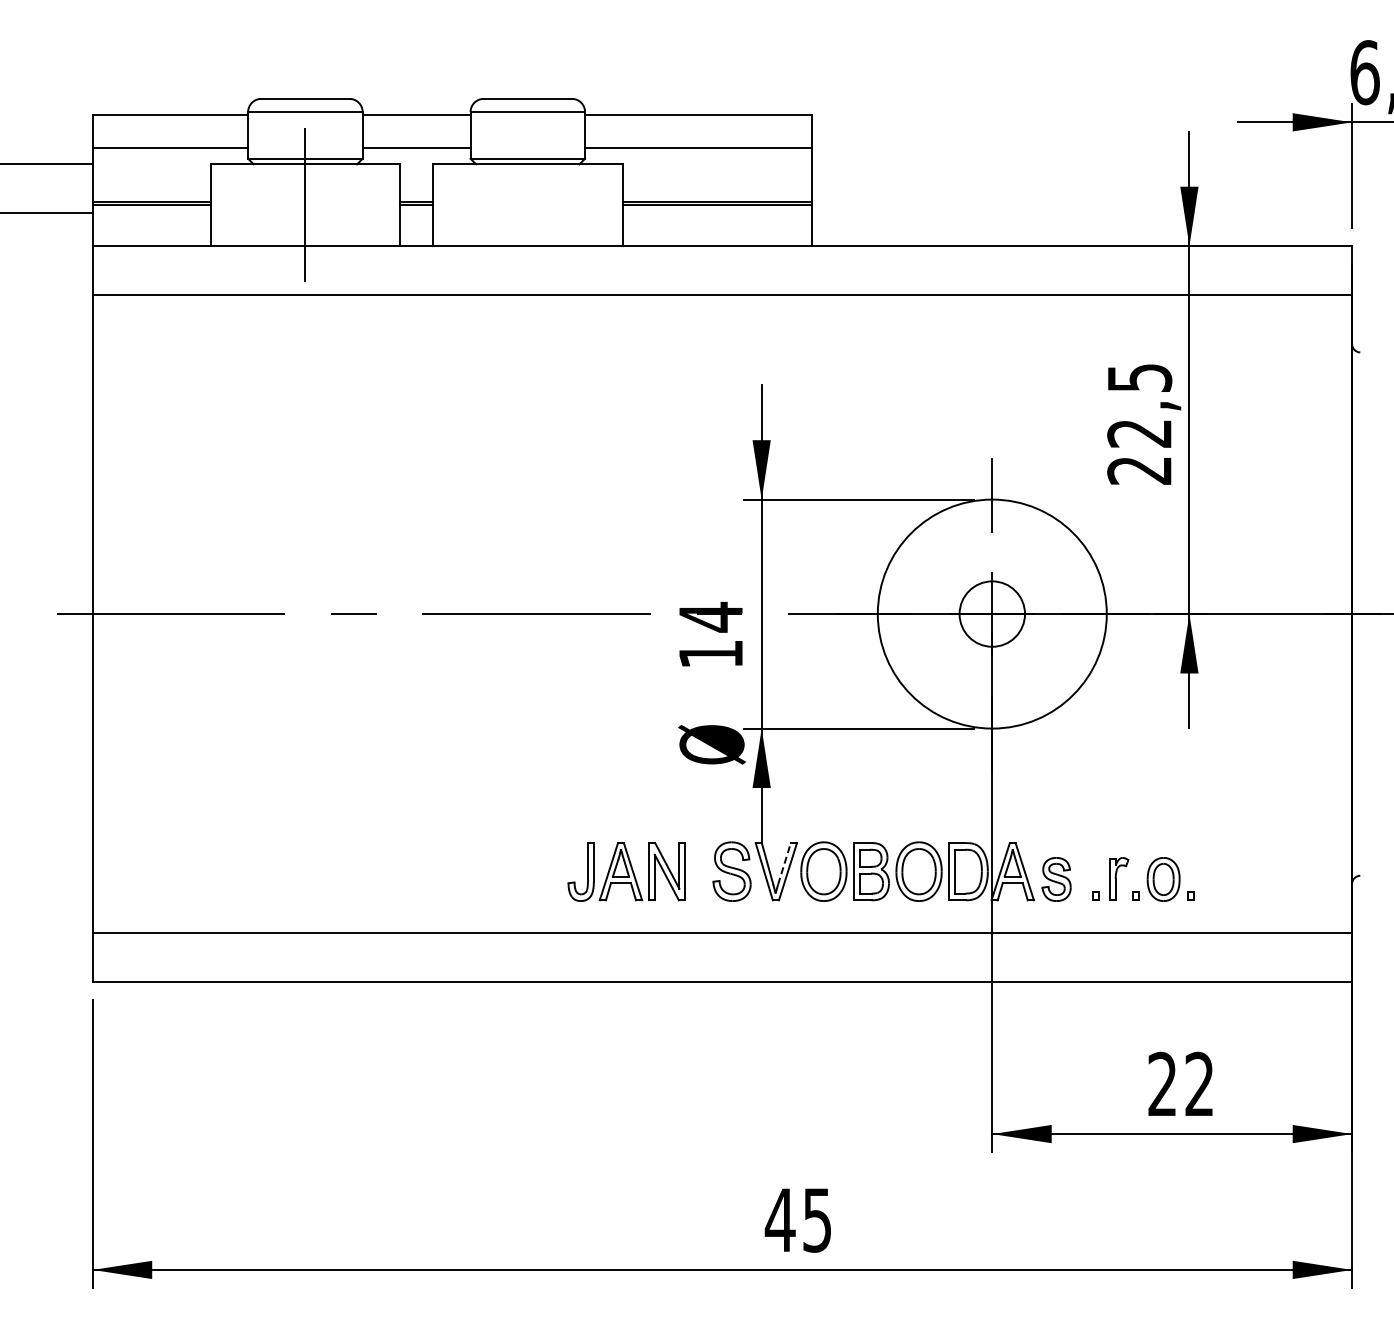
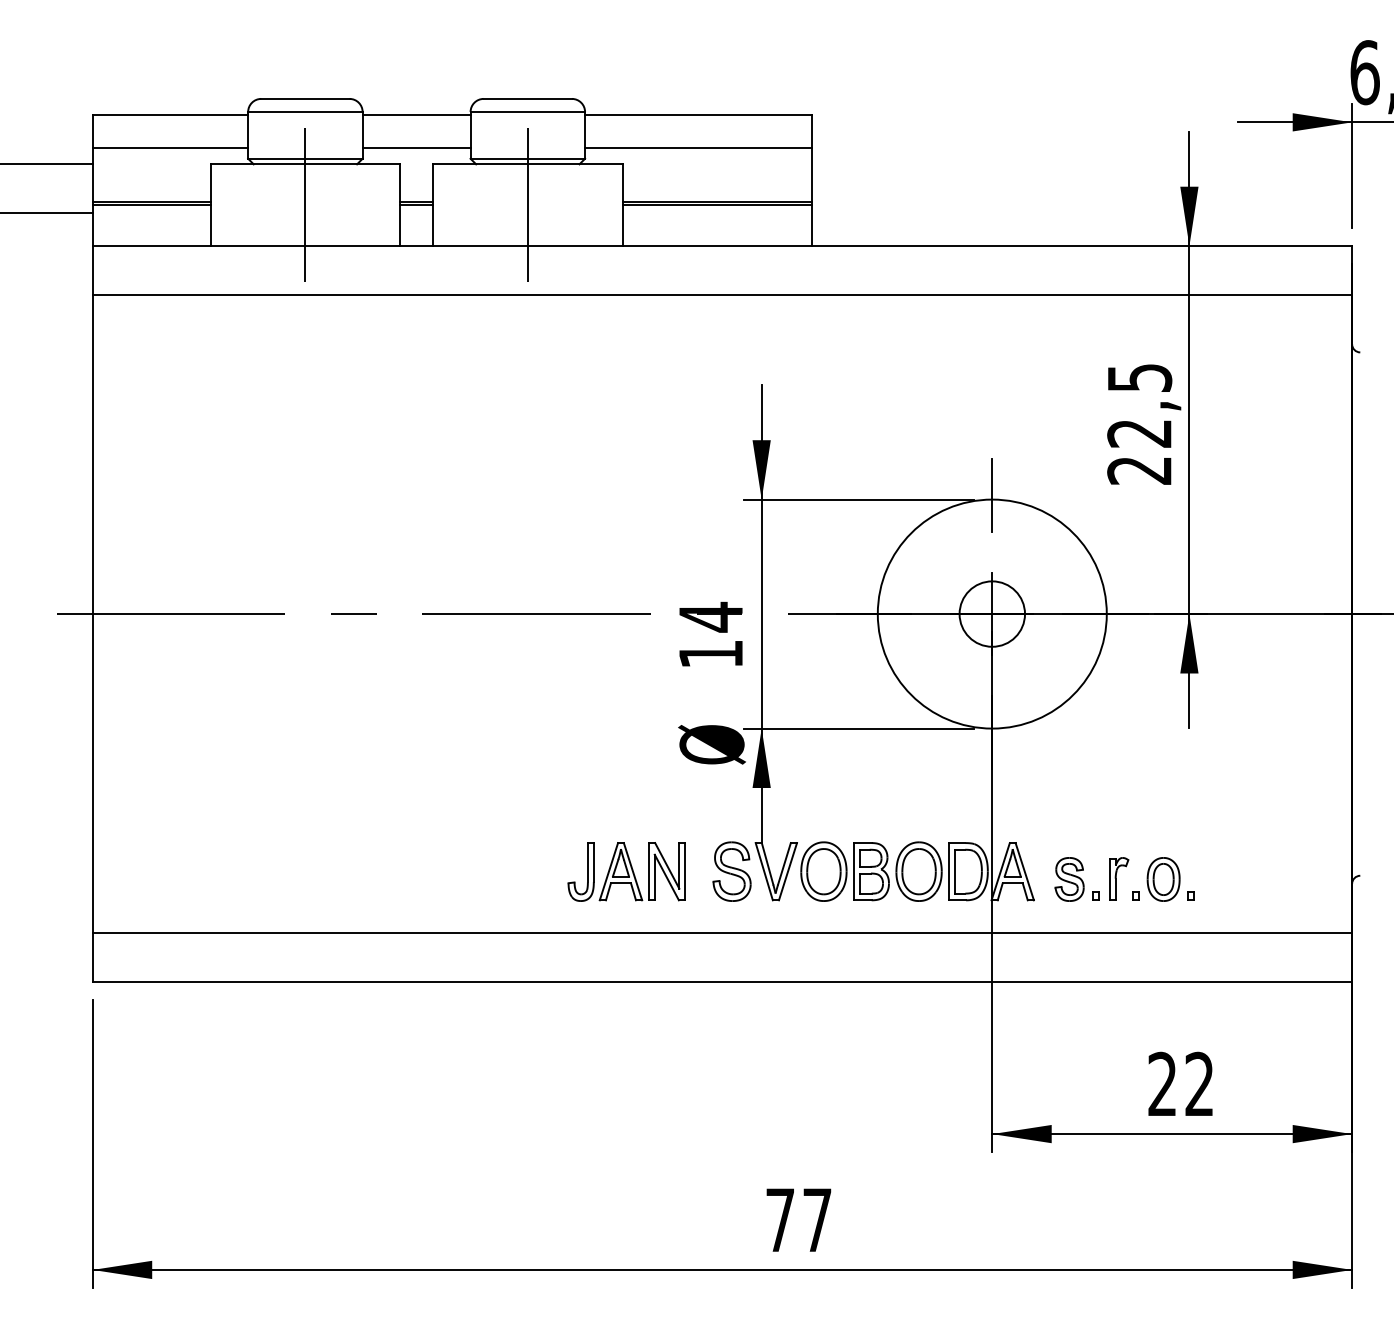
line at (527, 205): none -> present
line at (784, 863): dashed -> solid
part at (1056, 879) position: (1056, 879) -> (1069, 879)
text at (797, 1220): 45 -> 77
